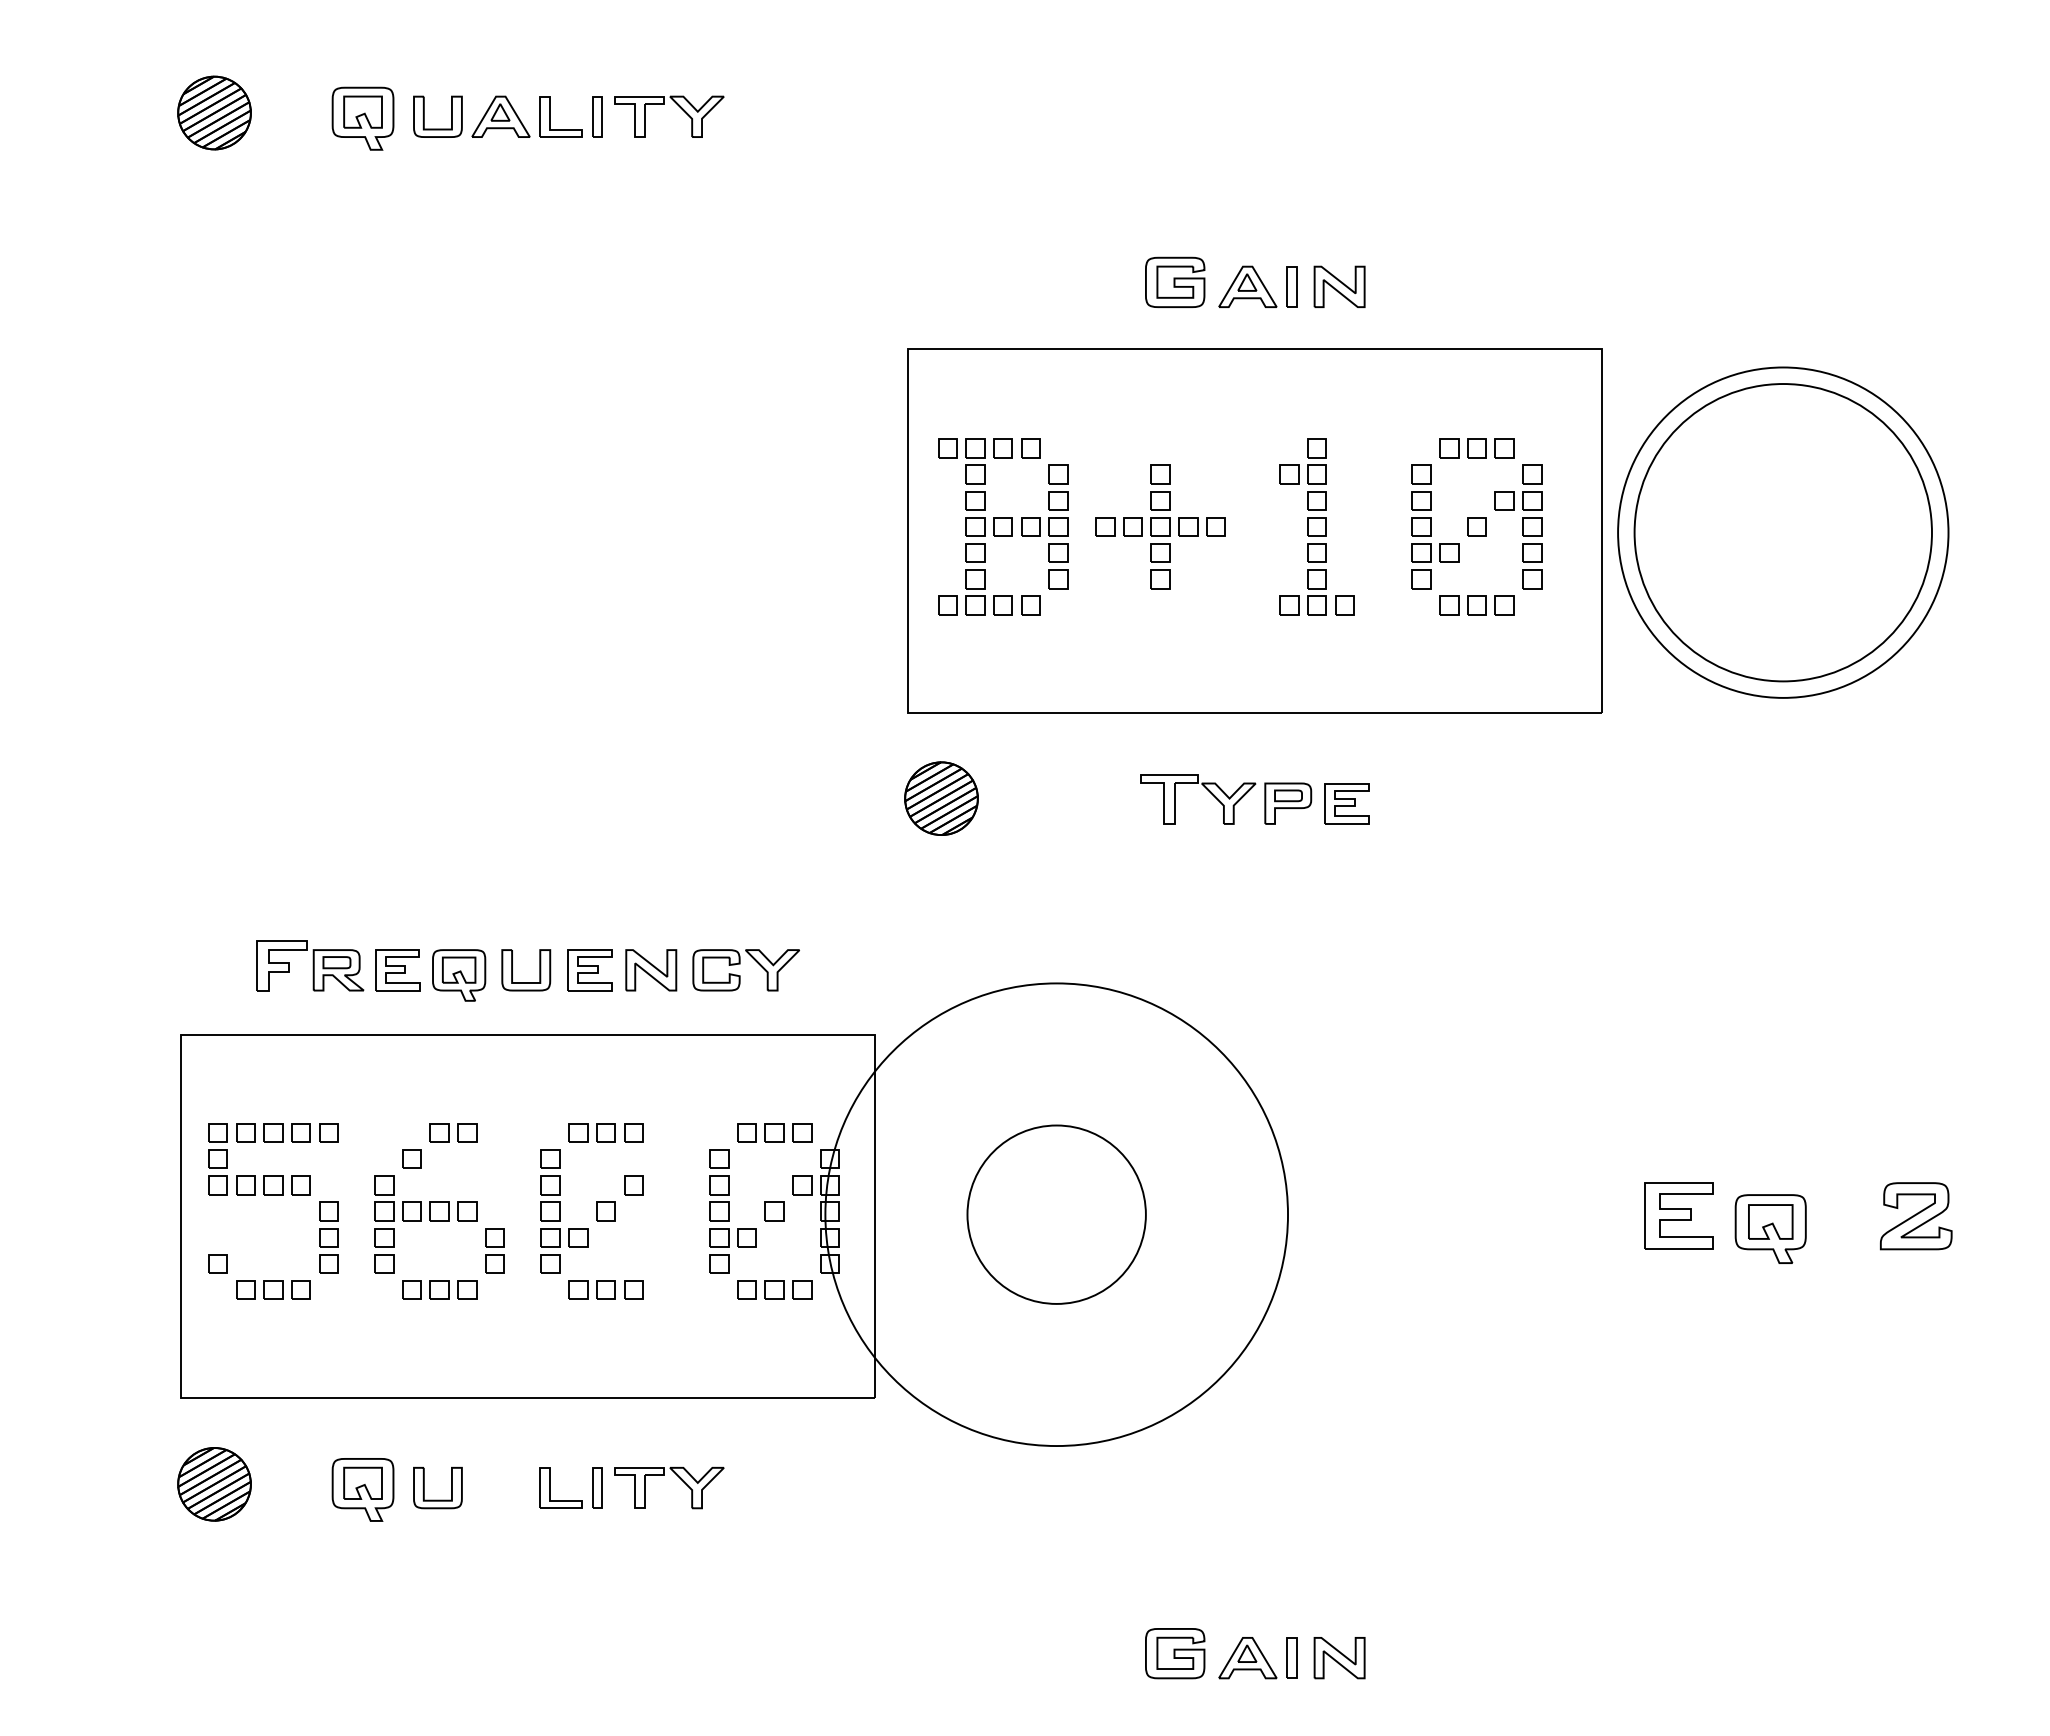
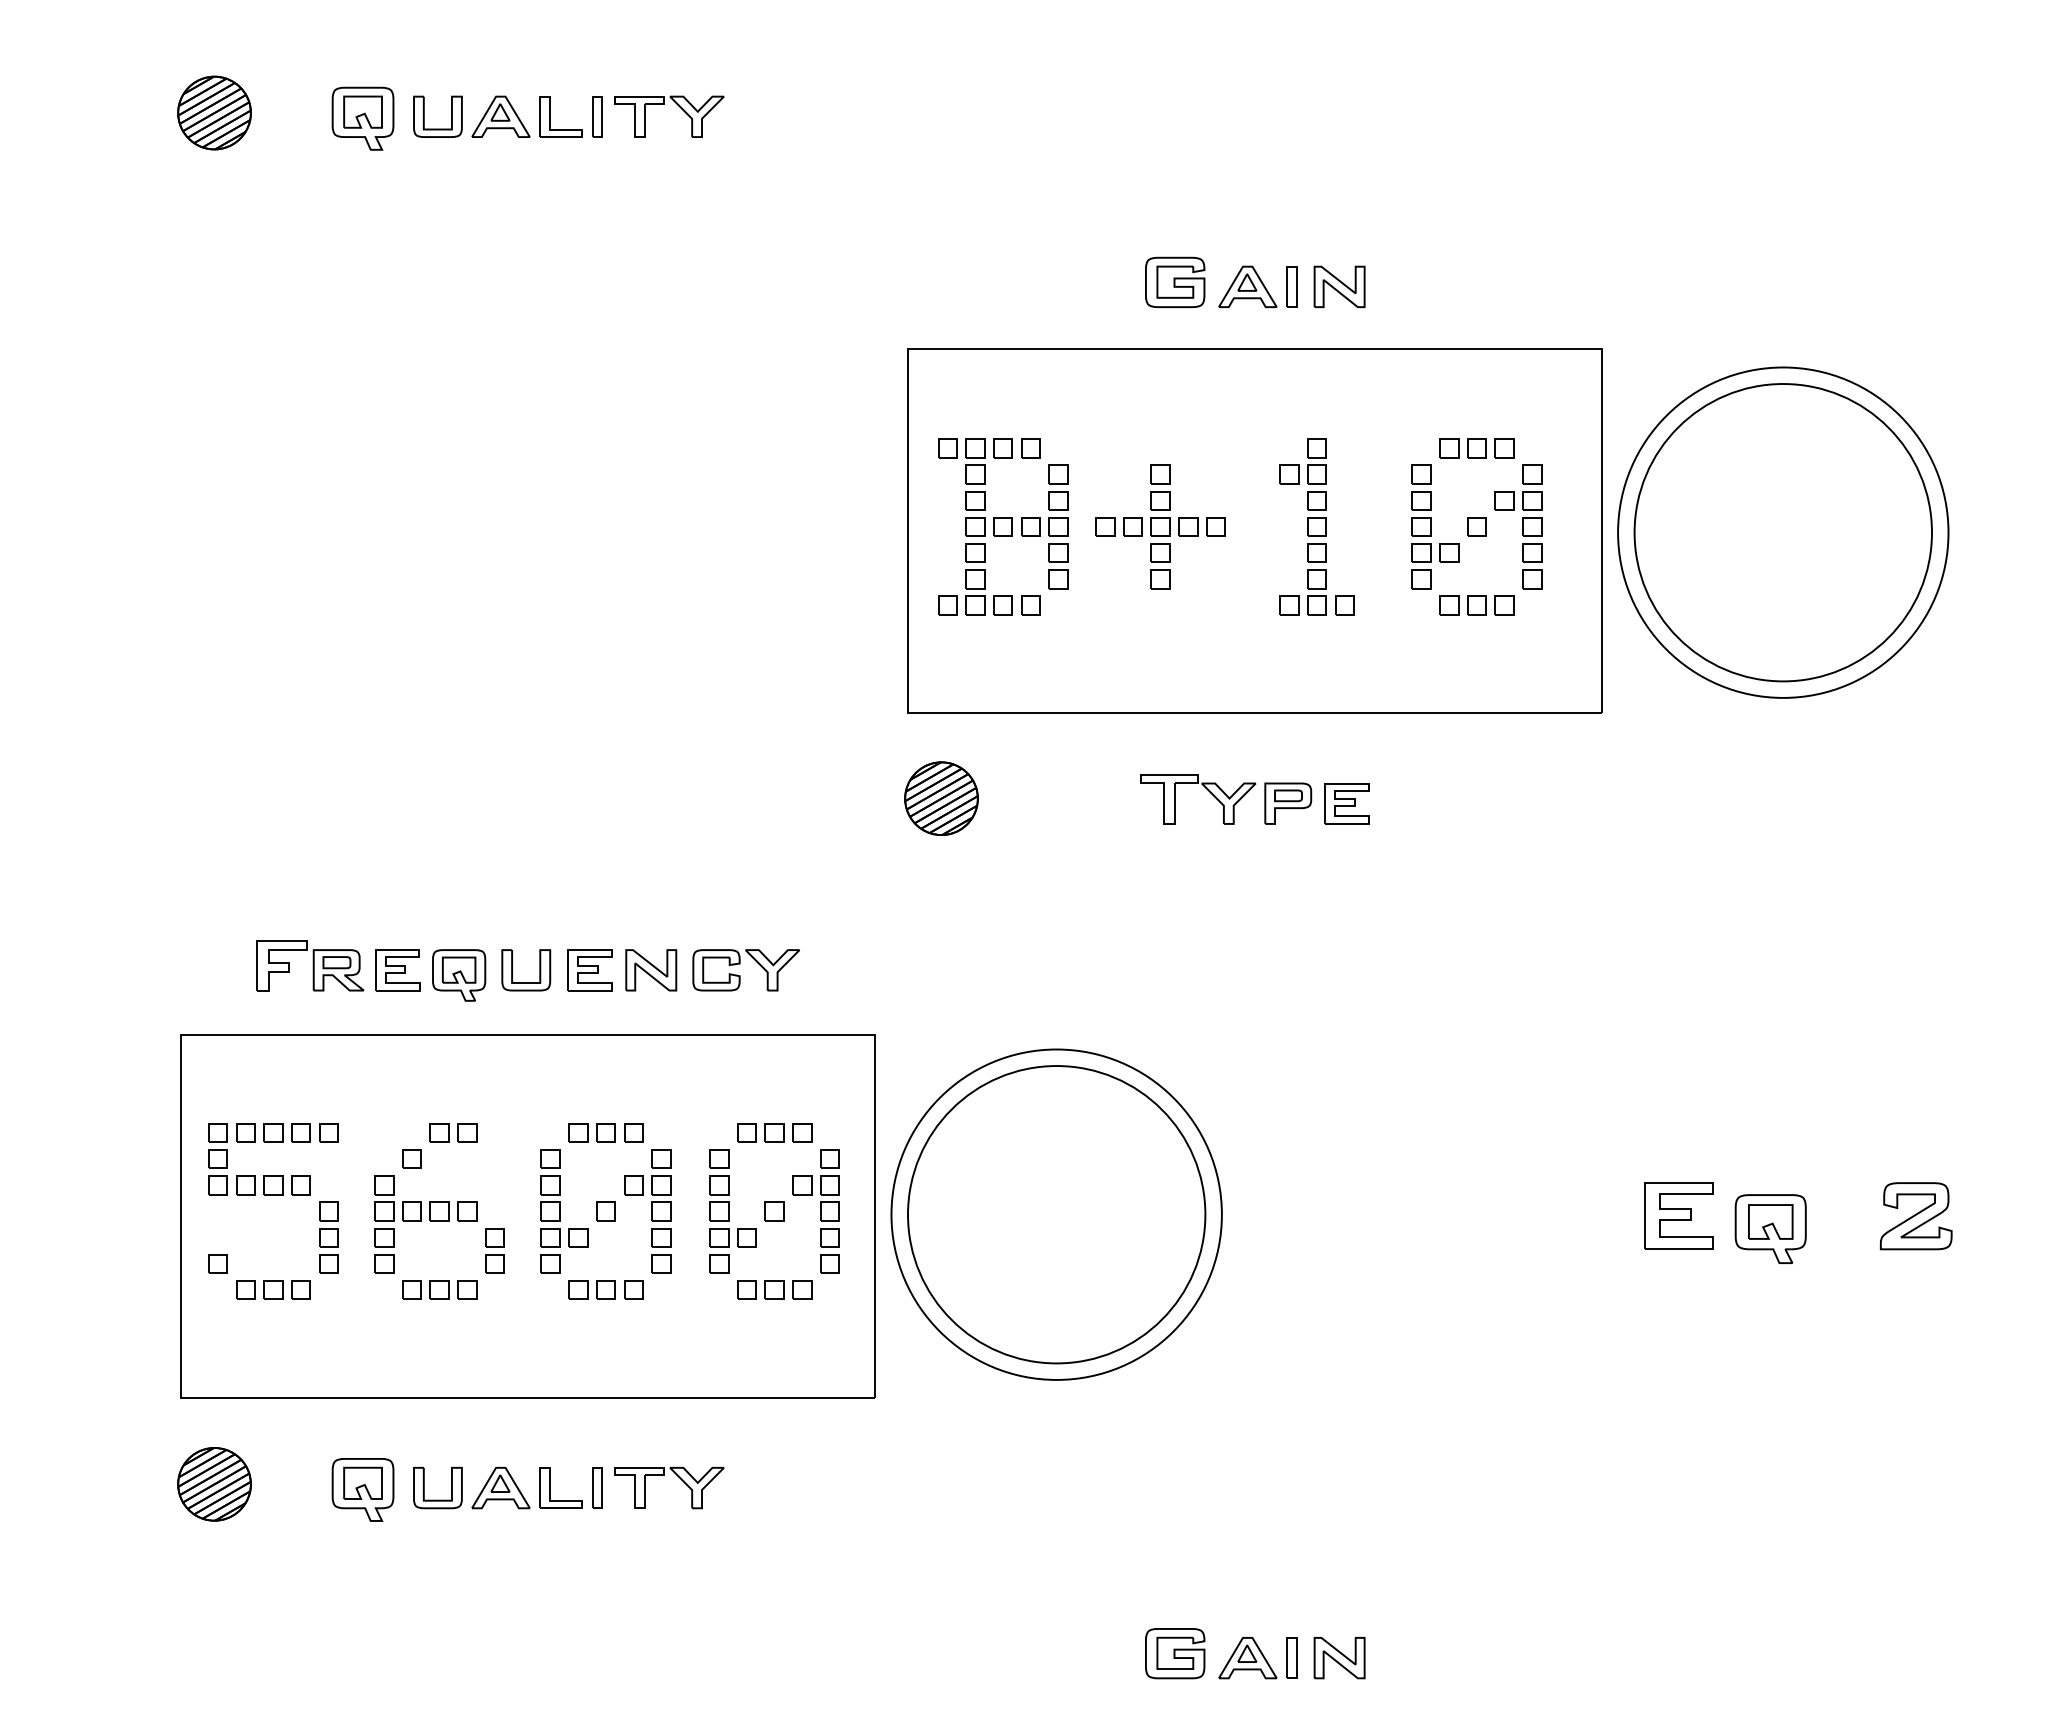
part at (661, 1211): none -> present
circle at (1056, 1214) diameter: 178 px -> 297 px
circle at (1056, 1214) diameter: 463 px -> 330 px
part at (500, 1487): none -> present
